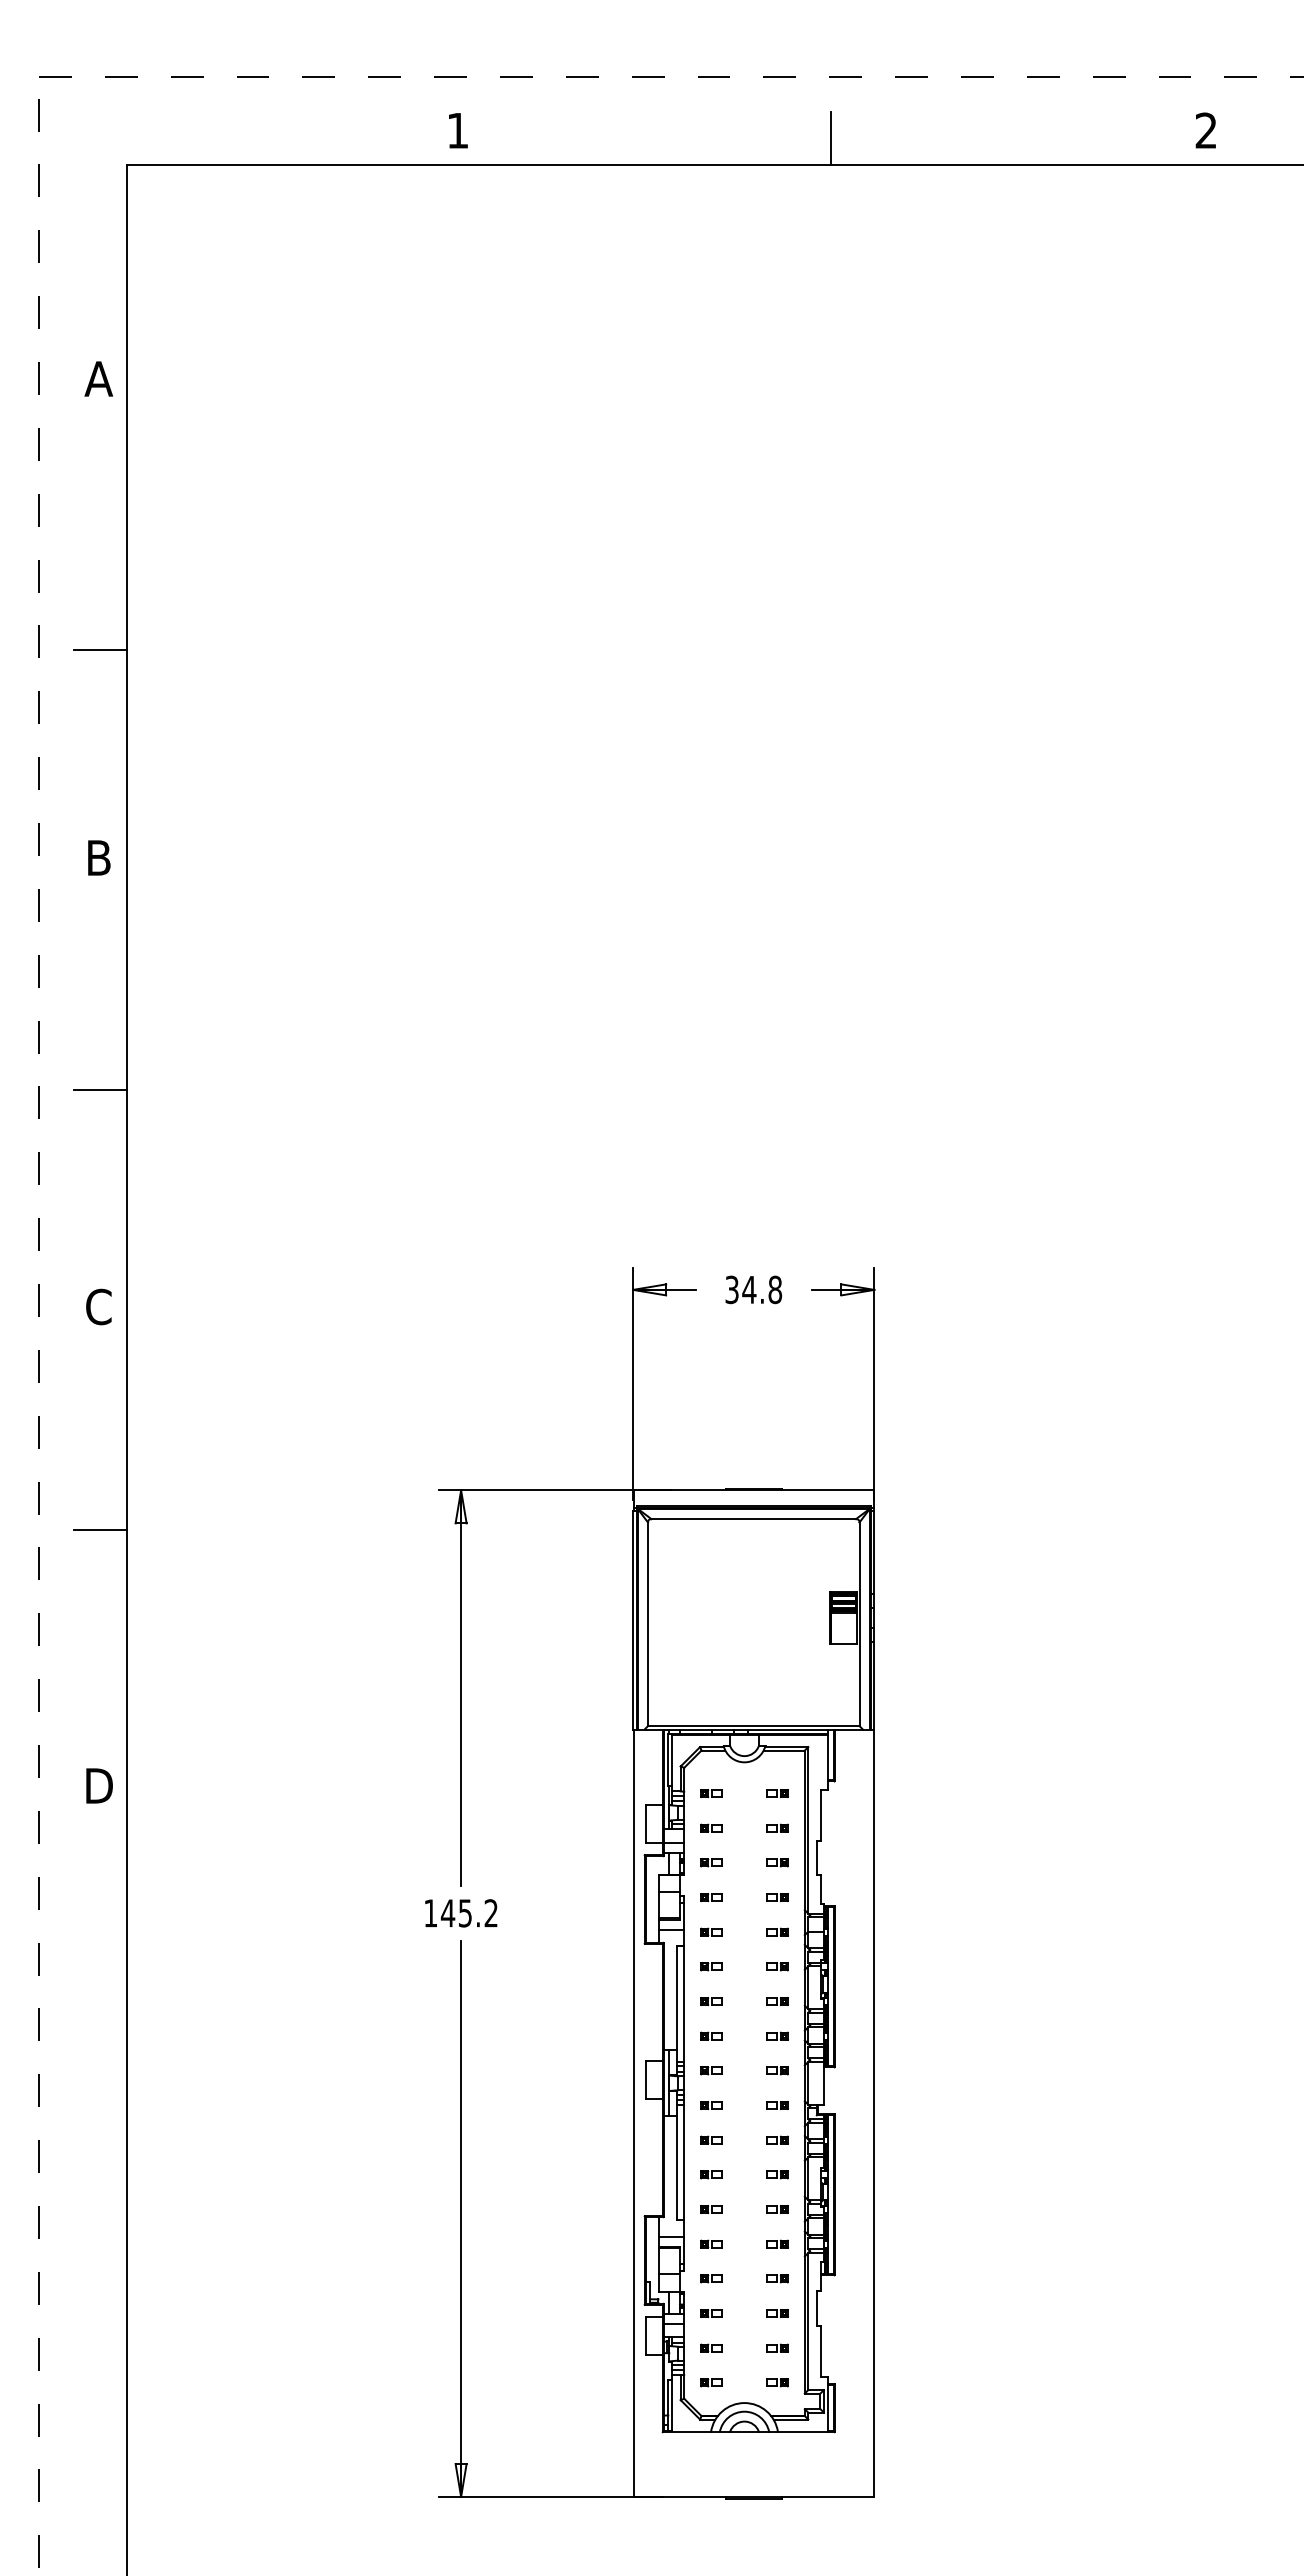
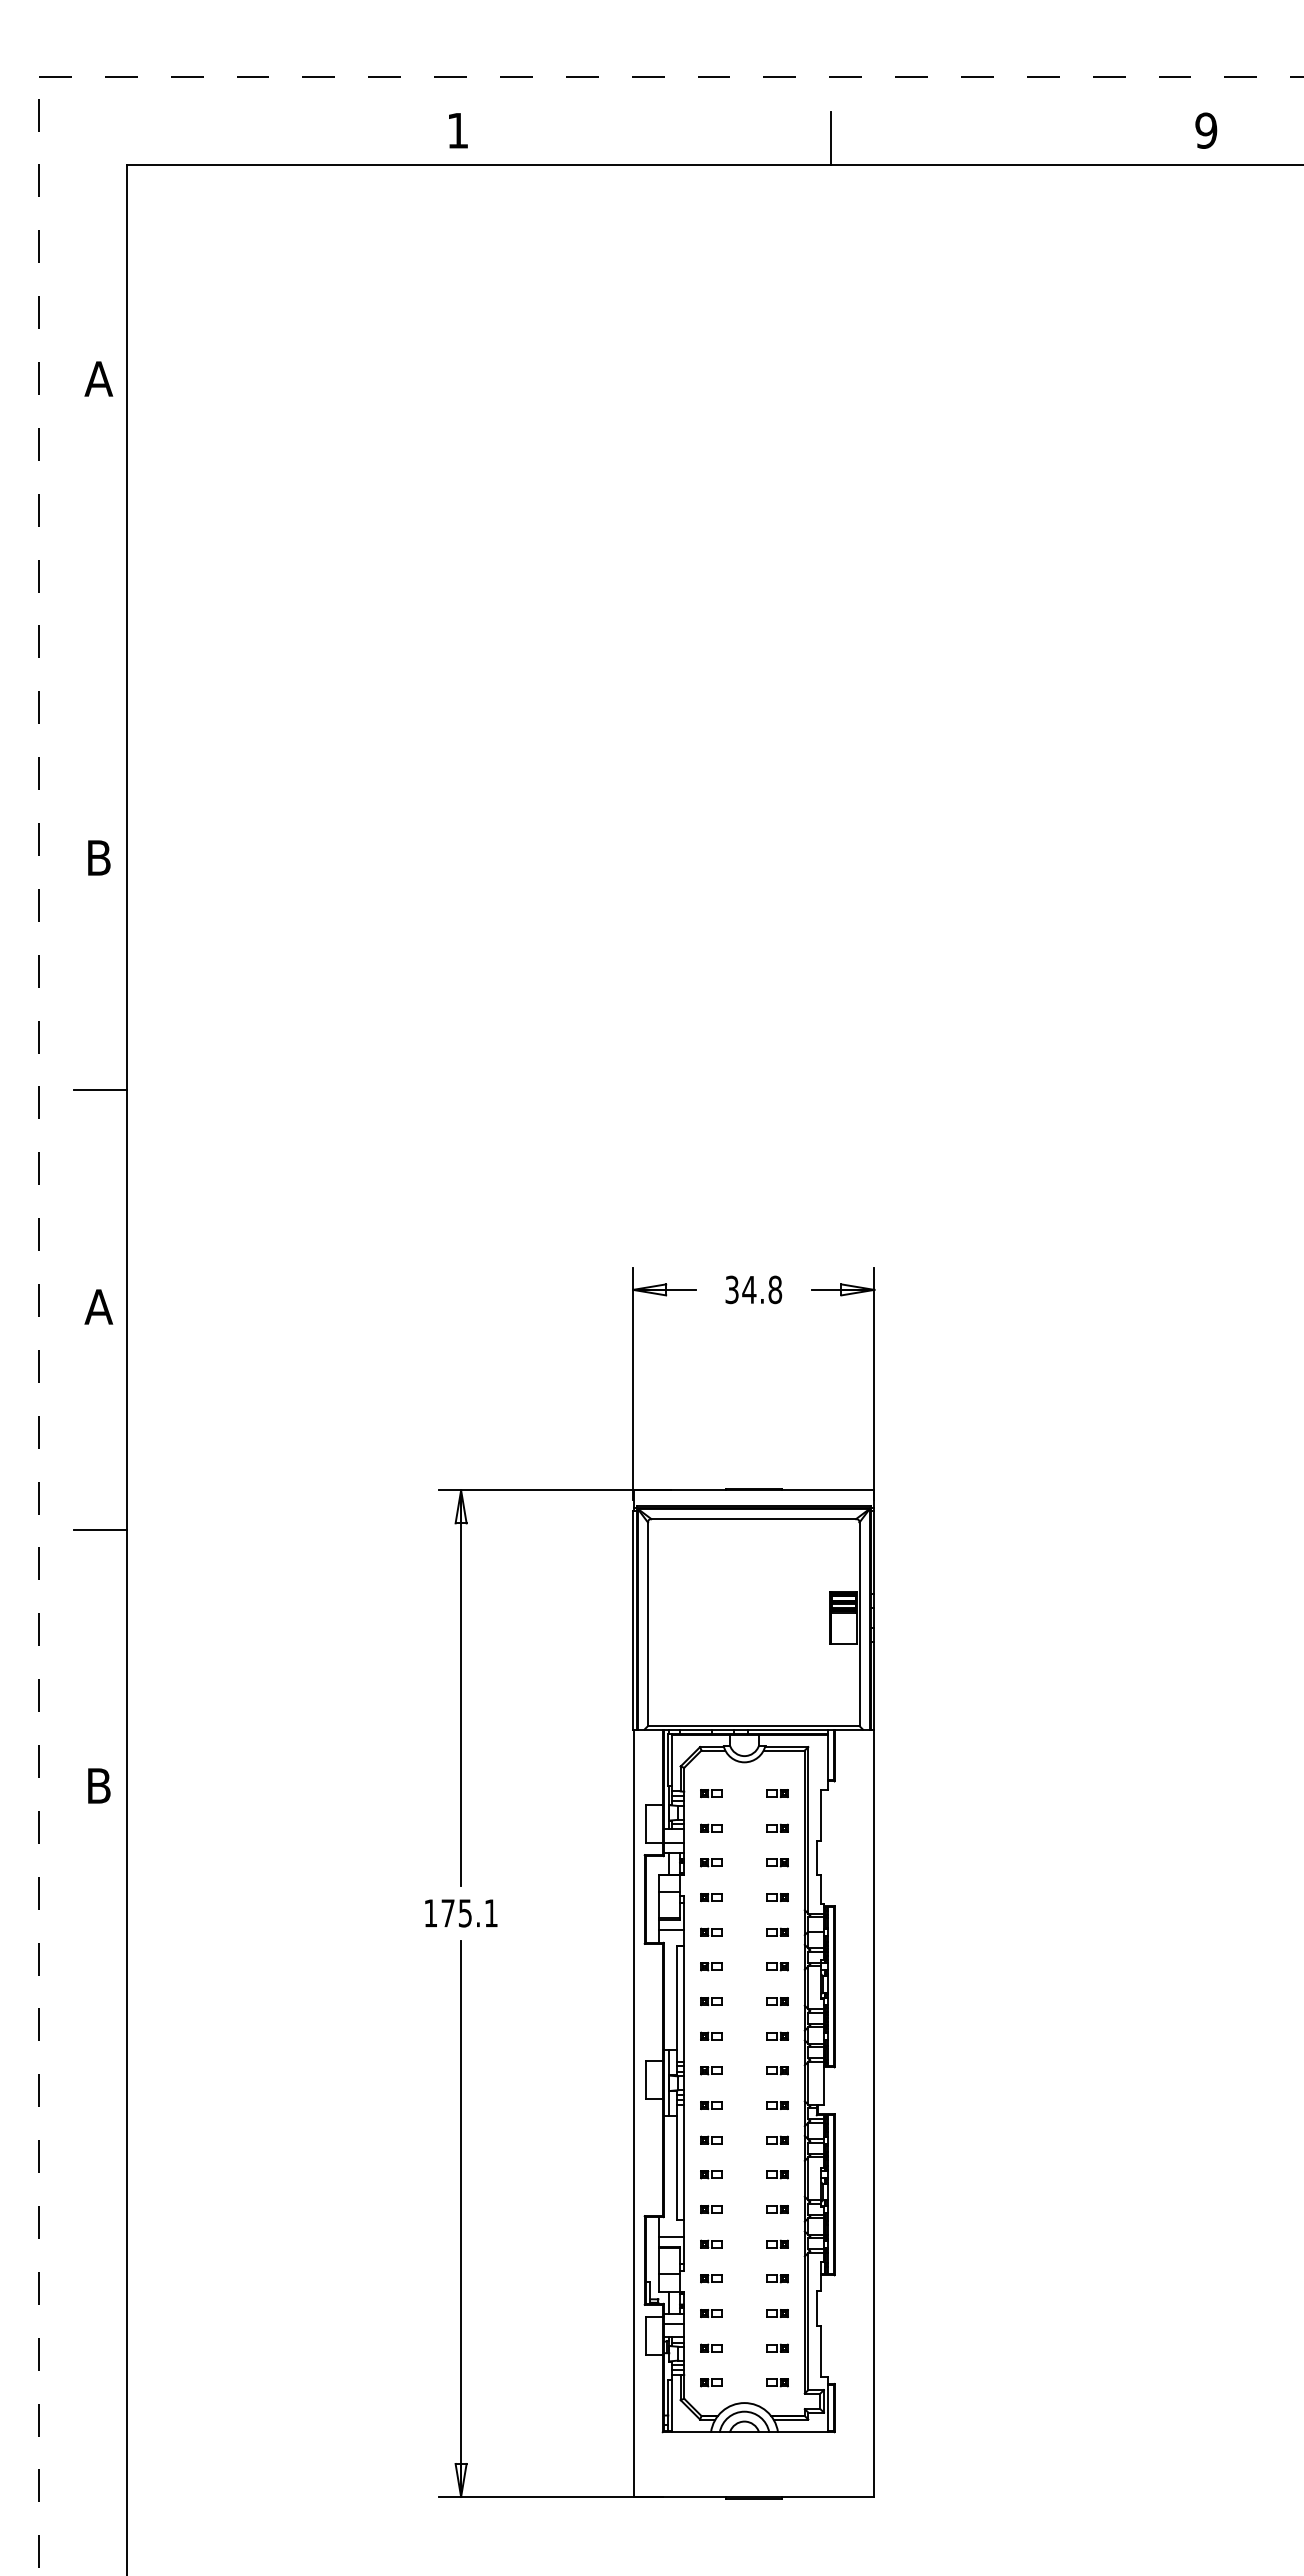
text at (1206, 130): 2 -> 9
line at (100, 649): present -> none
text at (98, 1306): C -> A
text at (99, 1785): D -> B
text at (468, 1913): 145.2 -> 175.1
